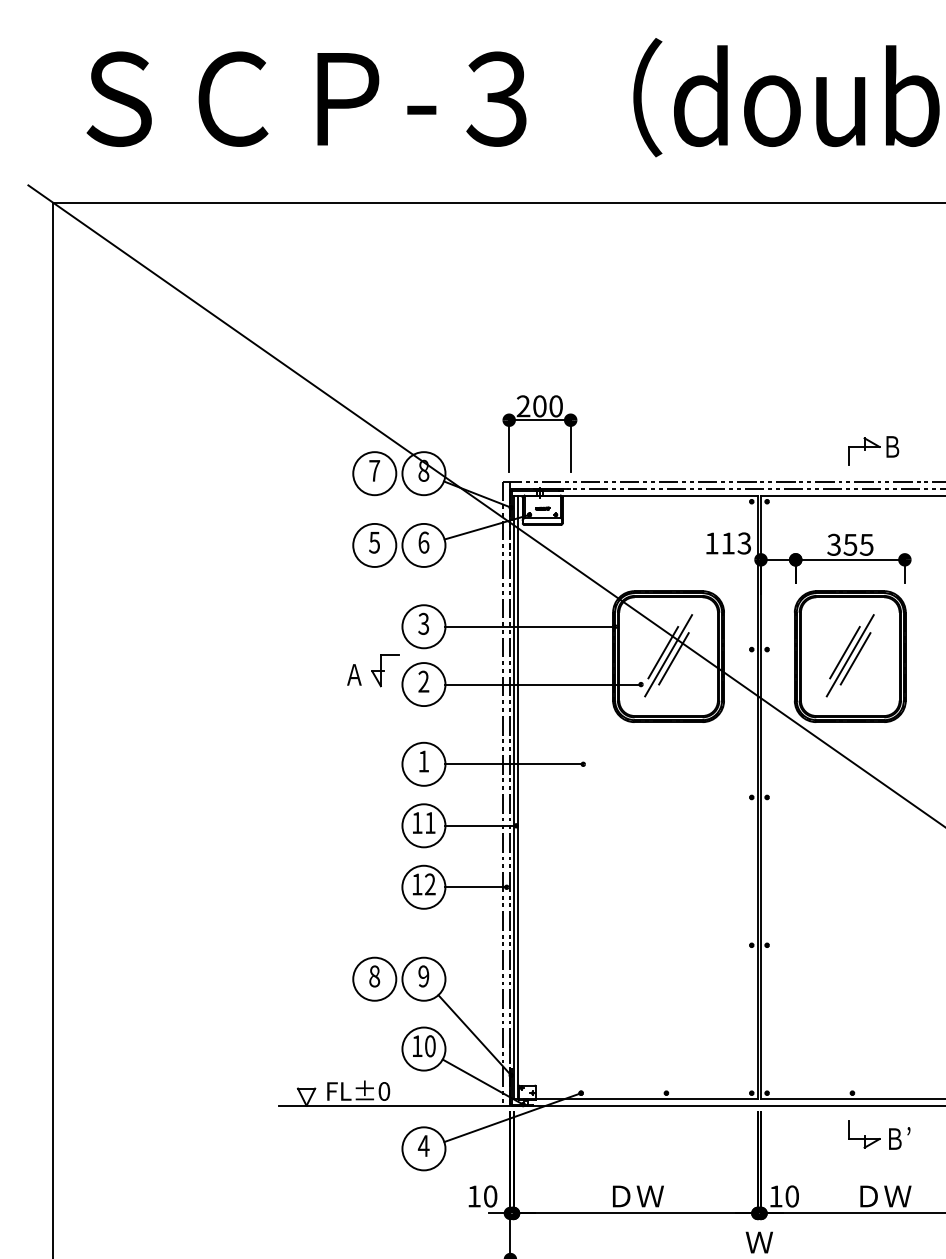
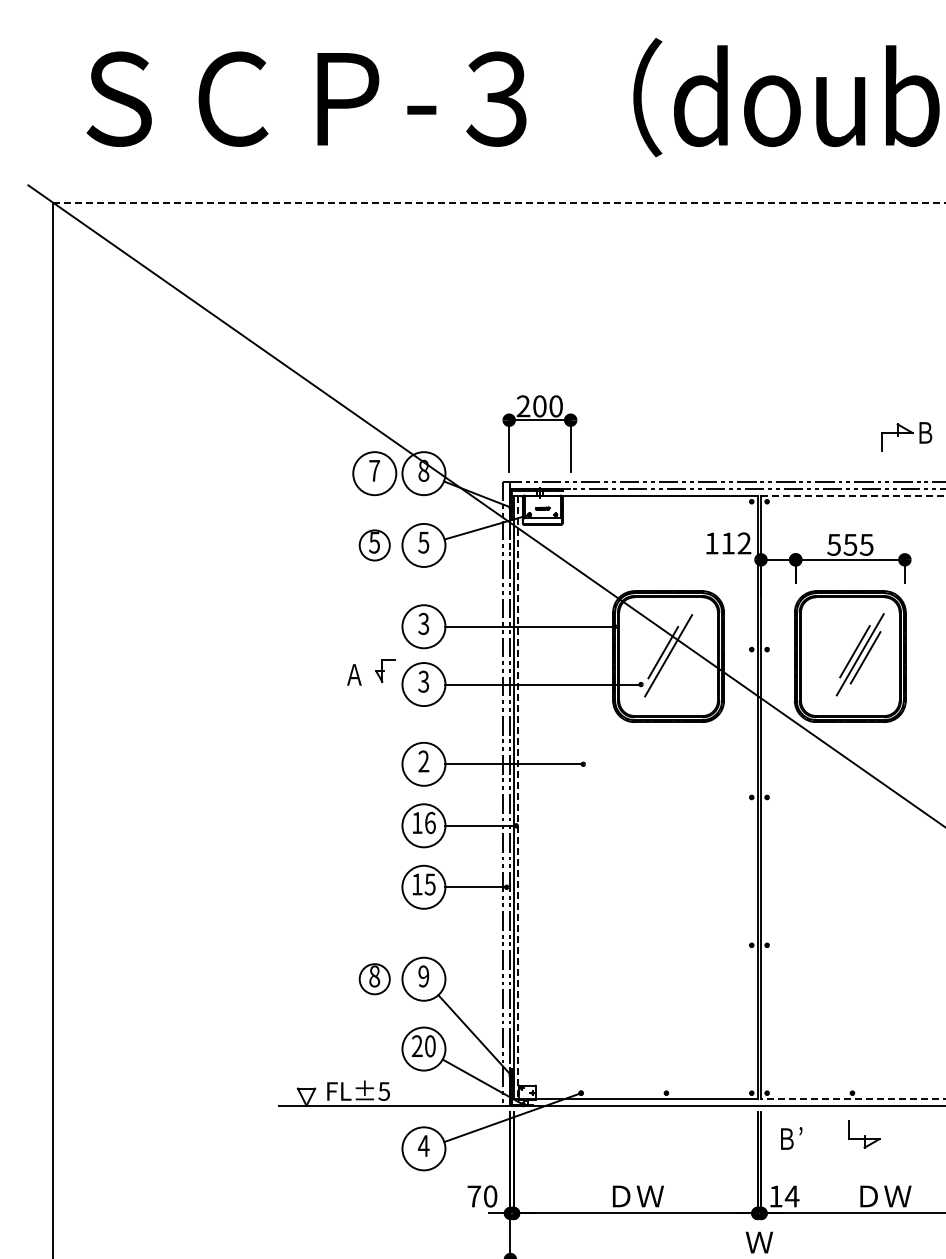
line at (499, 202): solid -> dashed
part at (873, 450) position: (873, 450) -> (906, 436)
line at (853, 495): solid -> dashed
text at (423, 542): 6 -> 5
text at (744, 543): 113 -> 112
circle at (374, 544) diameter: 43 px -> 30 px
text at (833, 544): 355 -> 555
part at (849, 655) position: (849, 655) -> (859, 654)
line at (673, 658): present -> none
part at (385, 670) size: 29x34 px -> 21x24 px
text at (423, 681): 2 -> 3
text at (423, 761): 1 -> 2
line at (518, 797): solid -> dashed
text at (430, 823): 11 -> 16
text at (429, 884): 12 -> 15
circle at (374, 978) diameter: 43 px -> 30 px
text at (417, 1045): 10 -> 20
text at (384, 1091): FL±0 -> FL±5
line at (852, 1099): solid -> dashed
text at (899, 1138) position: (899, 1138) -> (791, 1138)
text at (474, 1196): 10 -> 70
text at (791, 1196): 10 -> 14
